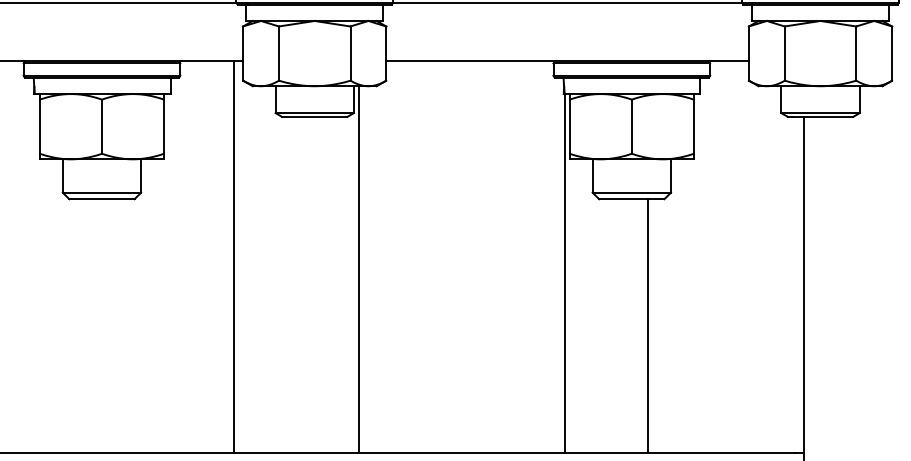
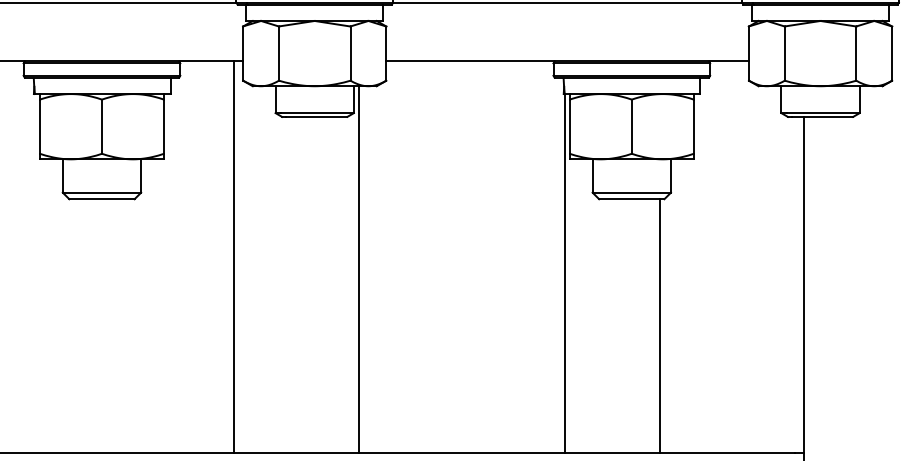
line at (647, 326) position: (647, 326) -> (659, 326)
